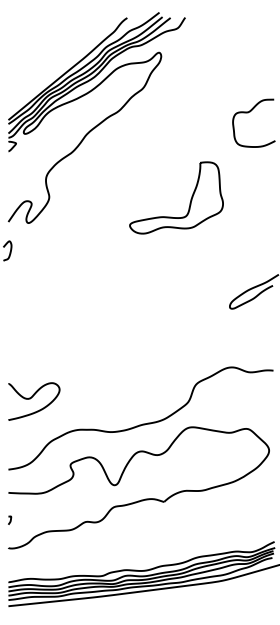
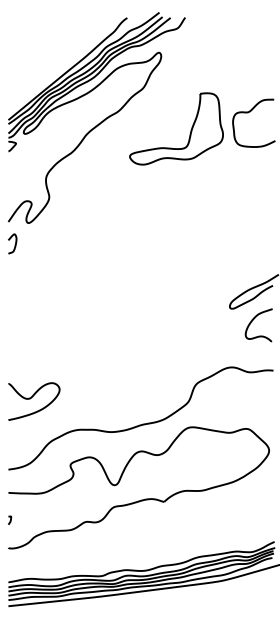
part at (189, 202) position: (189, 202) -> (189, 133)
curve at (9, 251) position: (9, 251) -> (14, 244)
curve at (253, 320): none -> present
